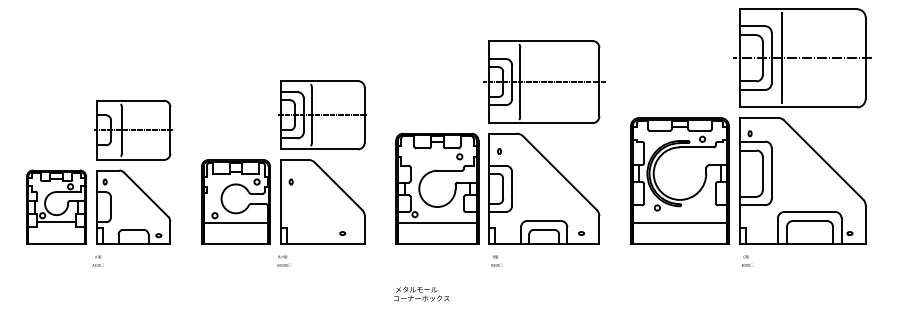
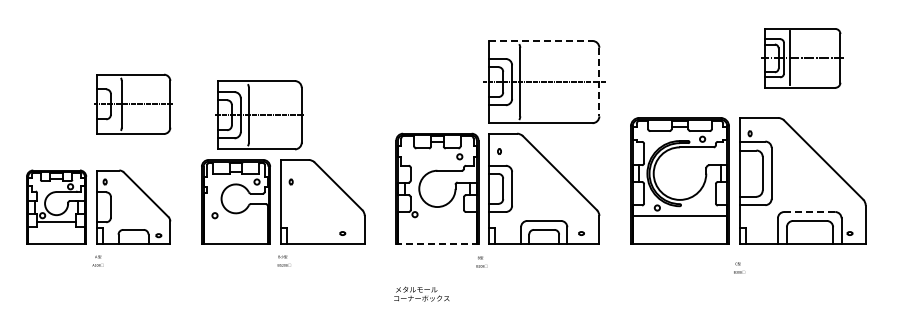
line at (540, 41): solid -> dashed
part at (802, 58) size: 139x101 px -> 83x61 px
line at (599, 82): solid -> dashed
part at (322, 115) position: (322, 115) -> (259, 115)
part at (133, 129) position: (133, 129) -> (133, 103)
line at (809, 212): solid -> dashed
line at (235, 223): present -> none
line at (437, 223): present -> none
line at (679, 223) position: (679, 223) -> (679, 216)
line at (436, 244): solid -> dashed
text at (496, 260) position: (496, 260) -> (481, 261)
text at (747, 260) position: (747, 260) -> (739, 267)
